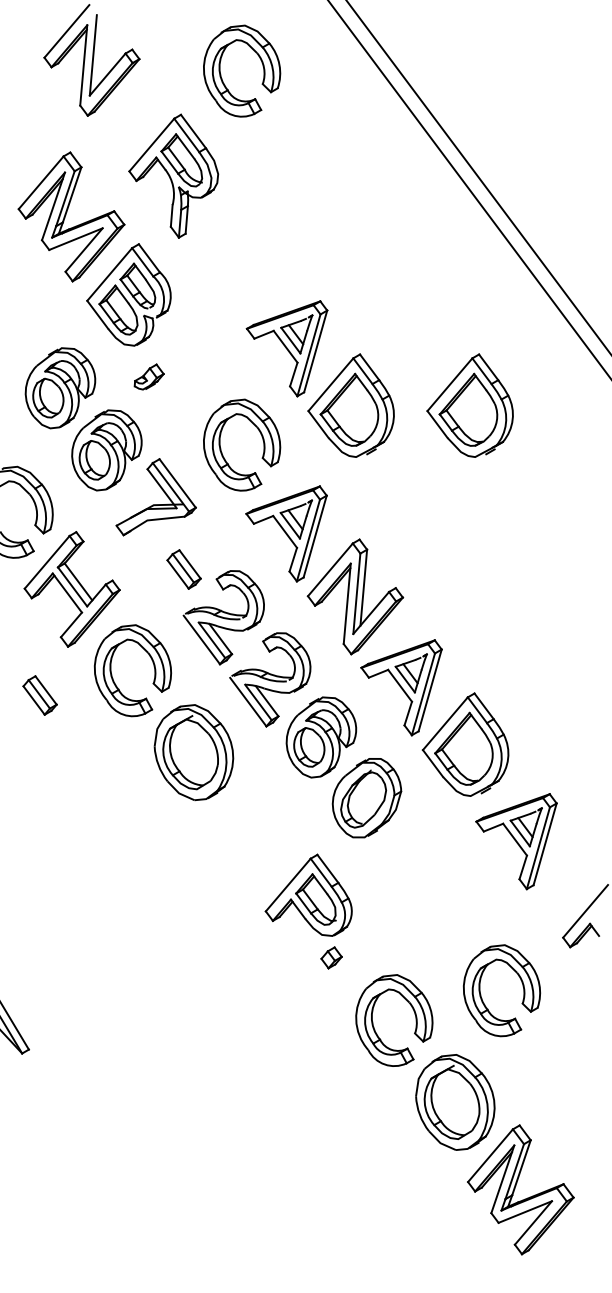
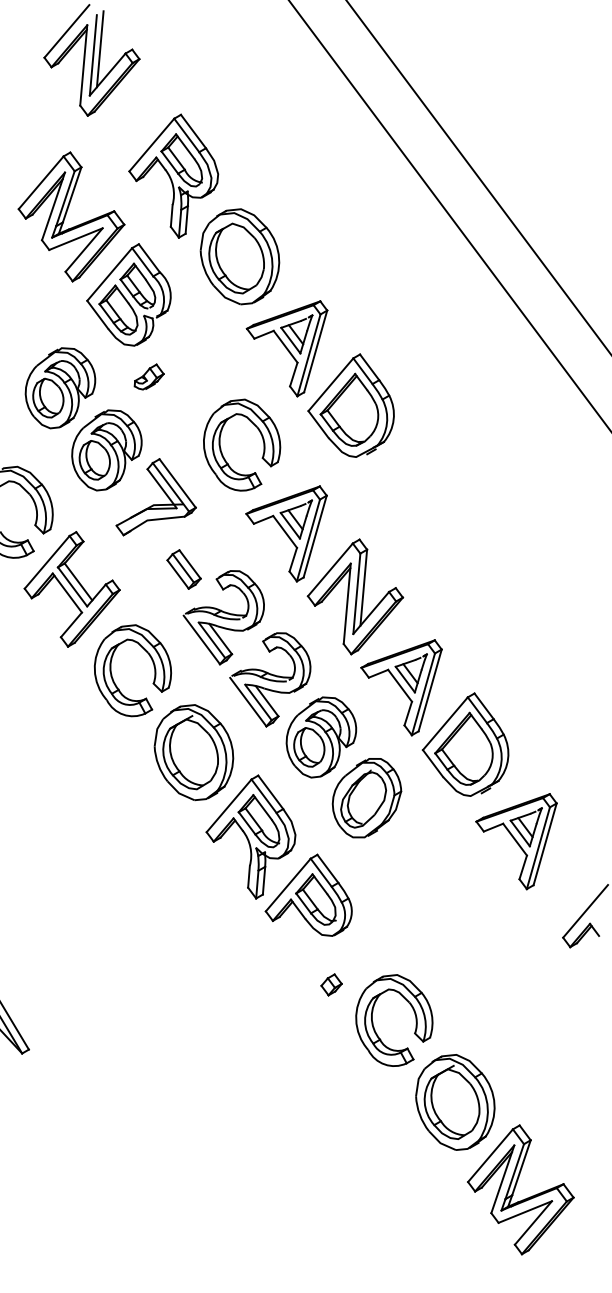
line at (99, 49): none -> present
part at (261, 63): present -> none
line at (468, 188) position: (468, 188) -> (449, 215)
part at (239, 256): none -> present
part at (469, 405): present -> none
part at (39, 695): present -> none
part at (250, 836): none -> present
part at (331, 957) position: (331, 957) -> (331, 984)
part at (481, 994): present -> none
